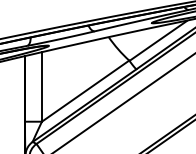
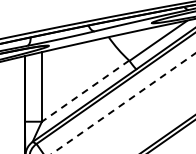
line at (85, 91): solid -> dashed
line at (123, 103): solid -> dashed
